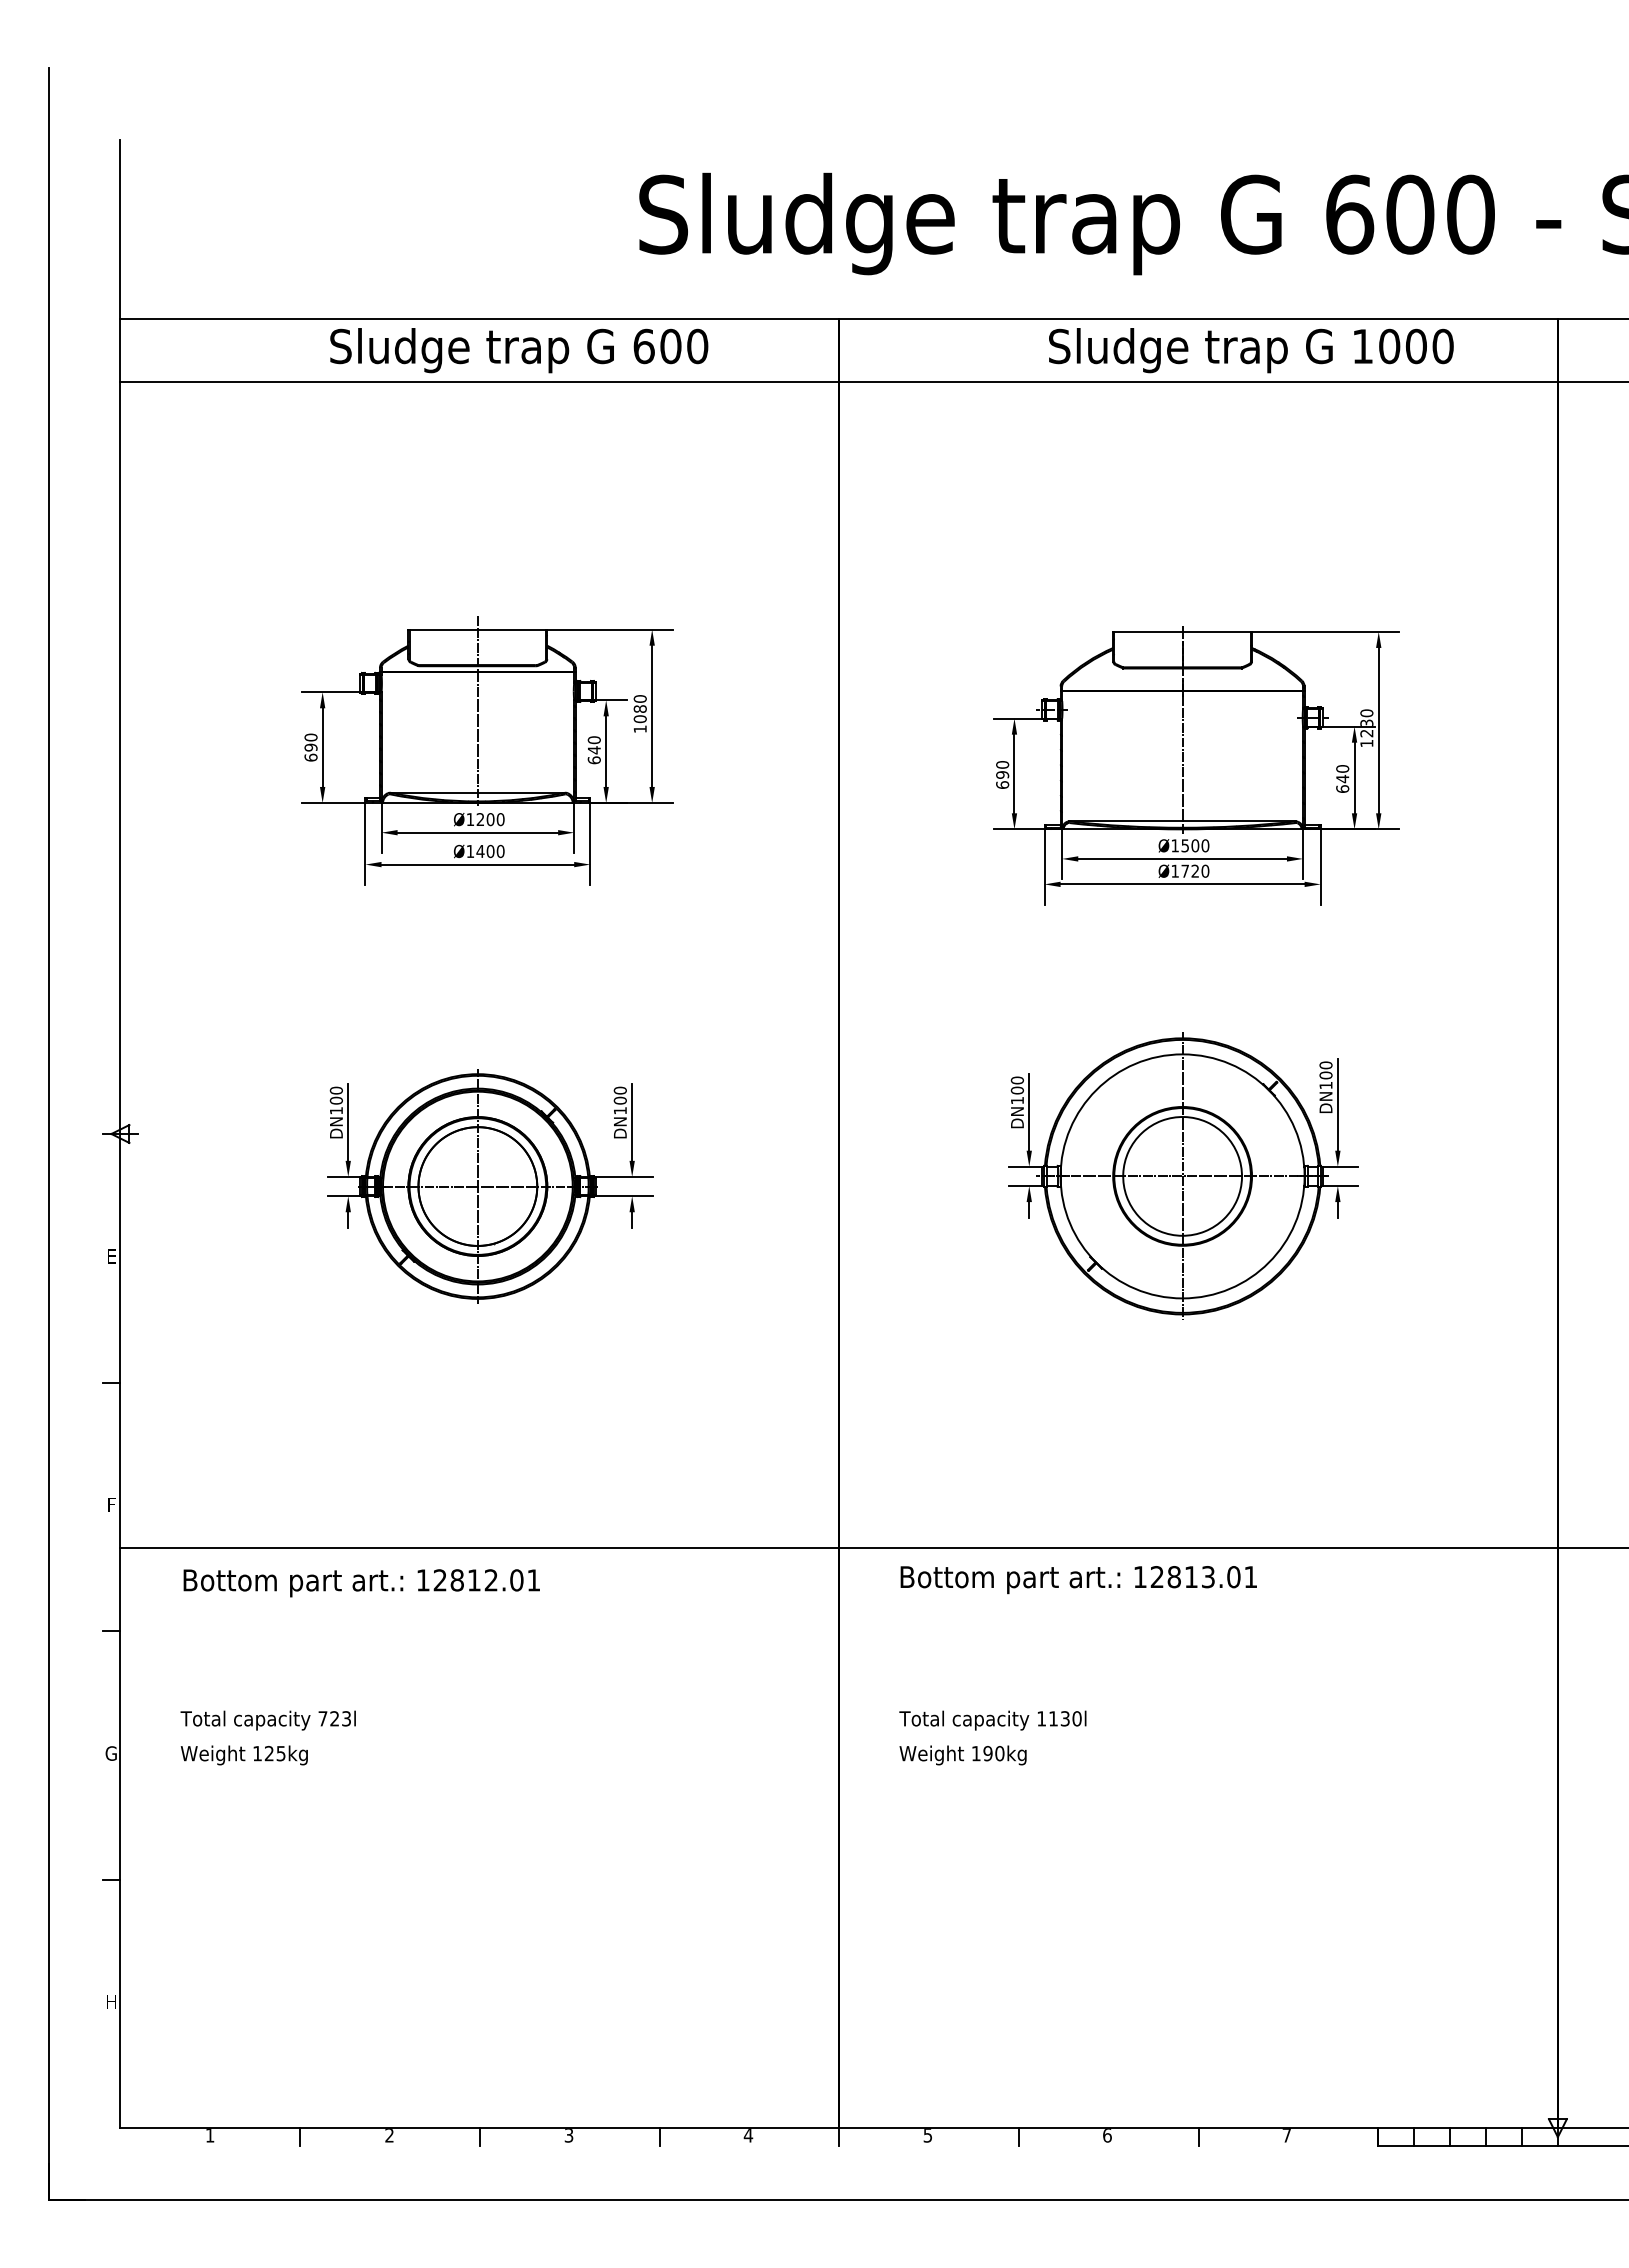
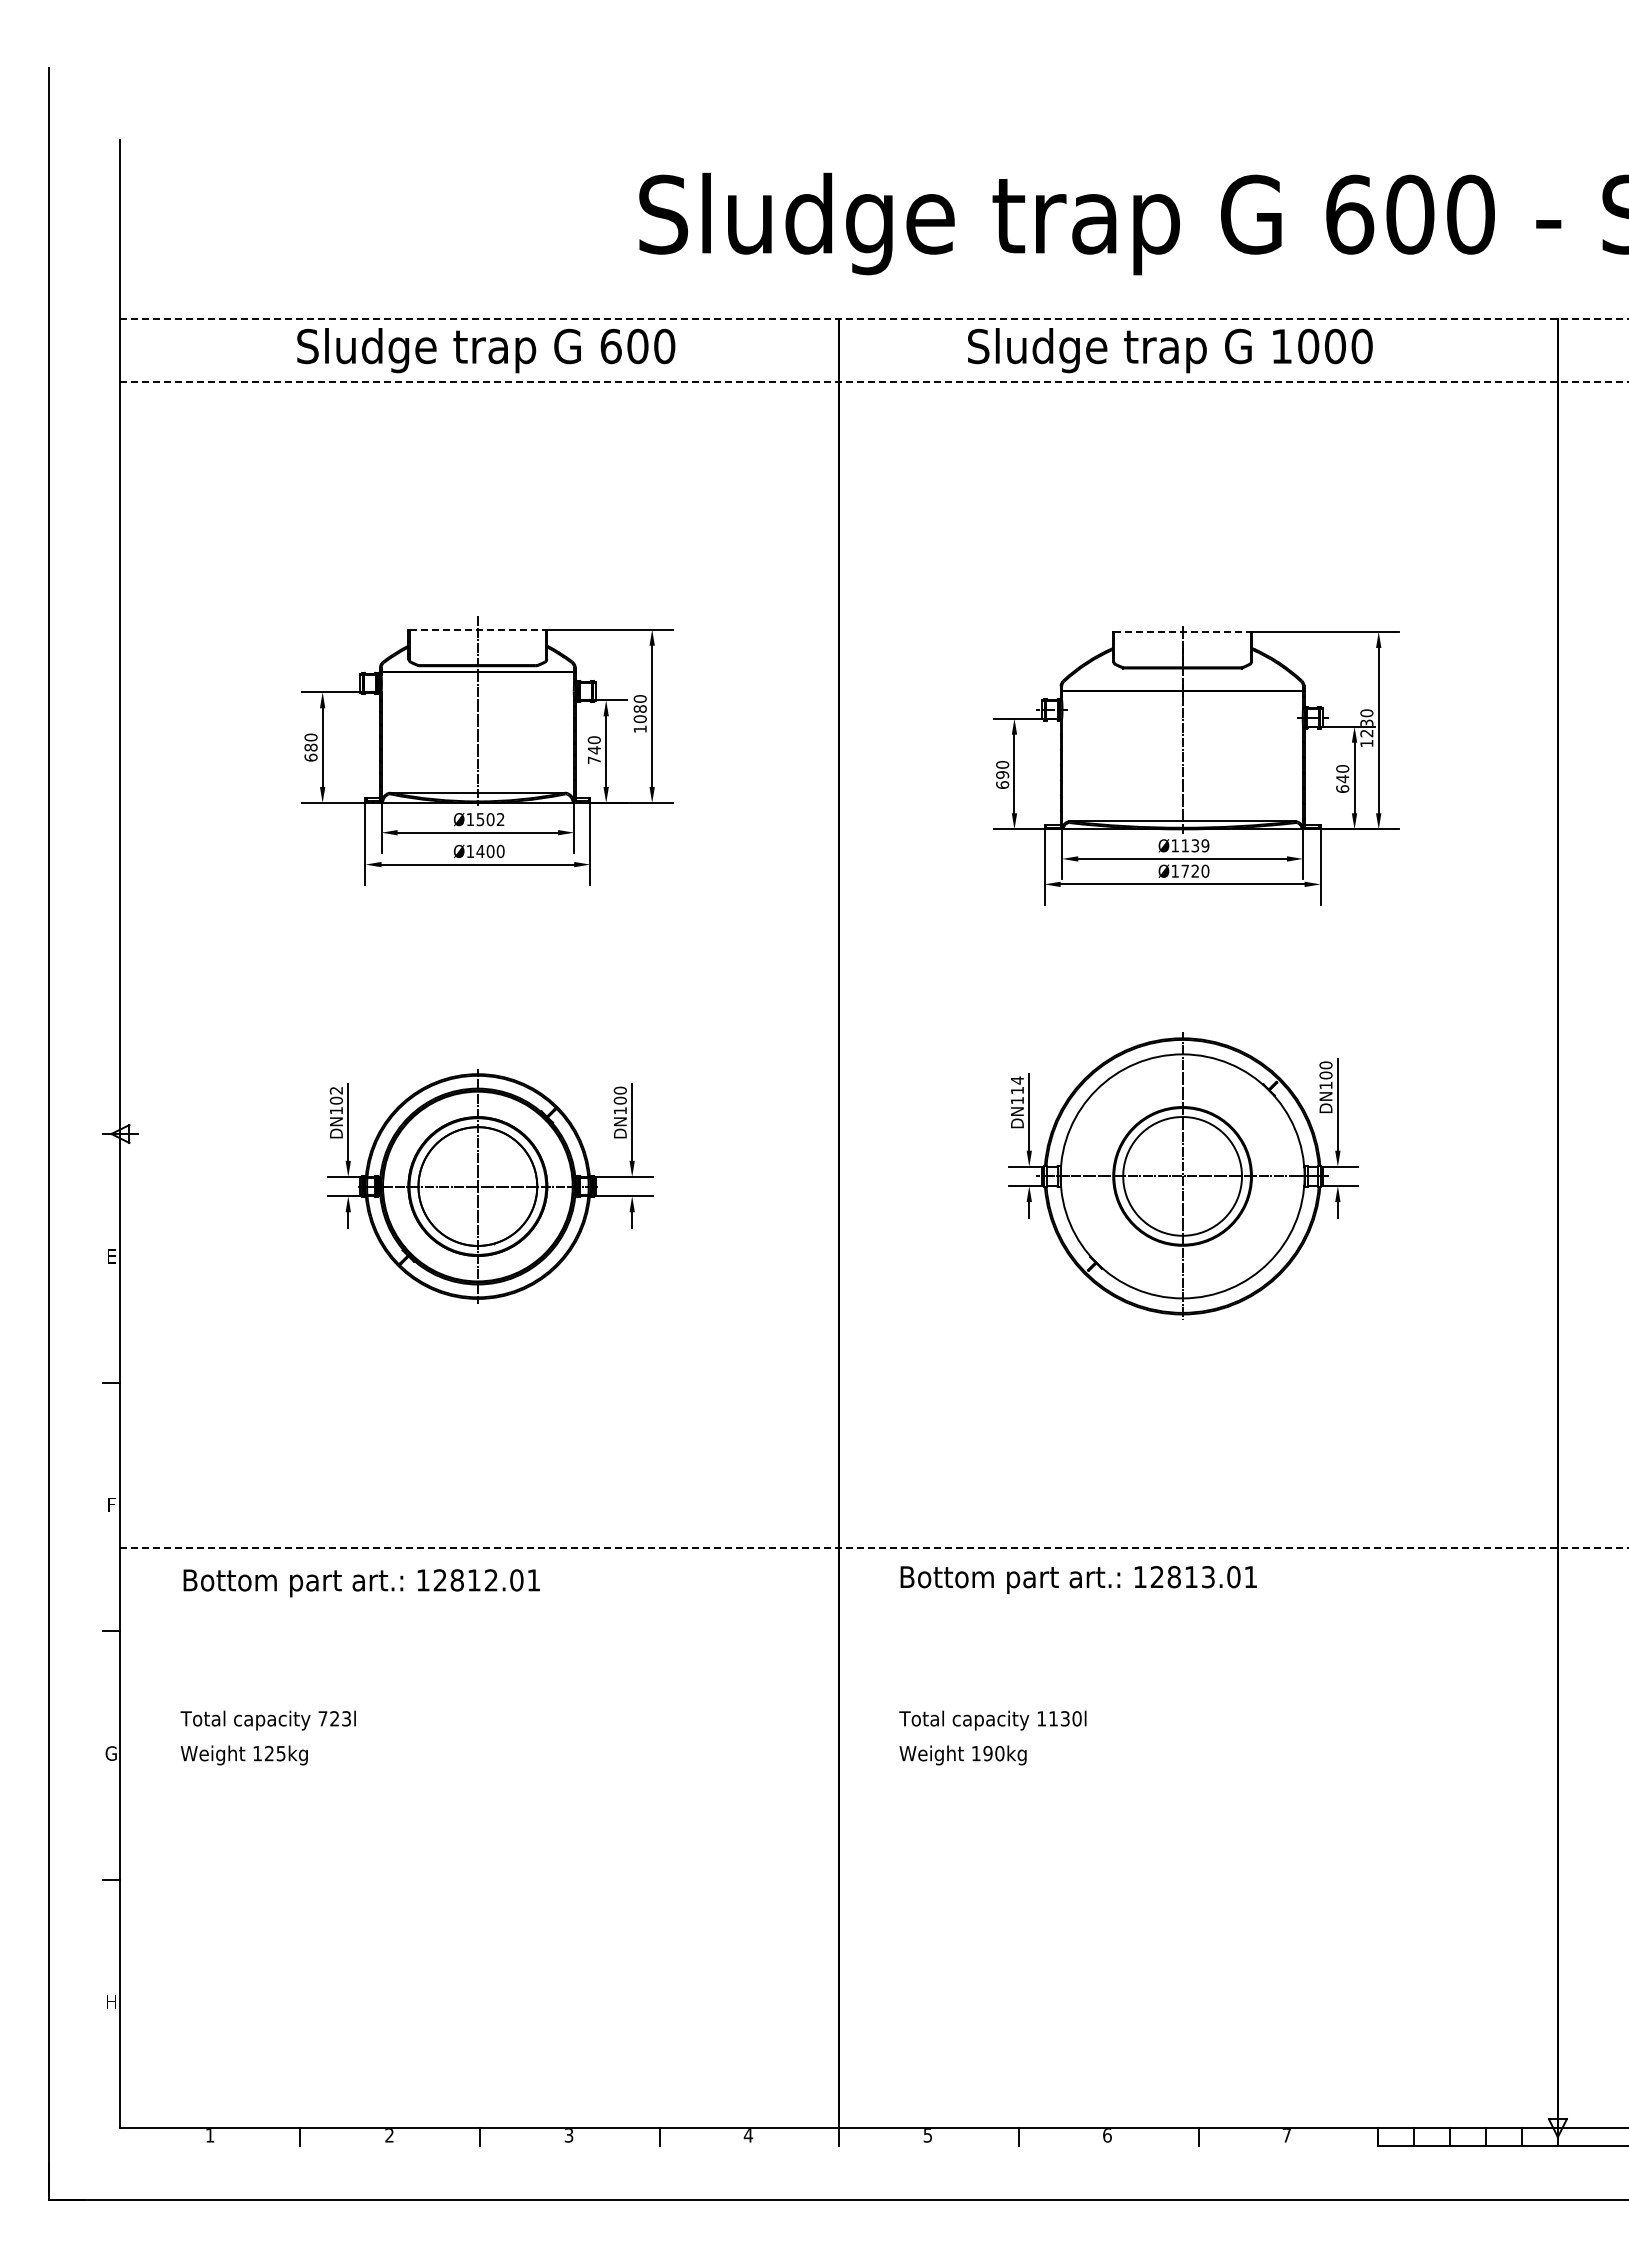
line at (874, 319): solid -> dashed
text at (519, 350) position: (519, 350) -> (486, 350)
text at (1251, 350) position: (1251, 350) -> (1170, 350)
line at (874, 382): solid -> dashed
line at (478, 629): solid -> dashed
line at (1183, 631): solid -> dashed
text at (310, 747): 690 -> 680
text at (593, 760): 640 -> 740
text at (490, 819): Ø1200 -> Ø1502
text at (1195, 845): Ø1500 -> Ø1139
text at (1016, 1085): DN100 -> DN114
text at (335, 1090): DN100 -> DN102
line at (874, 1548): solid -> dashed
